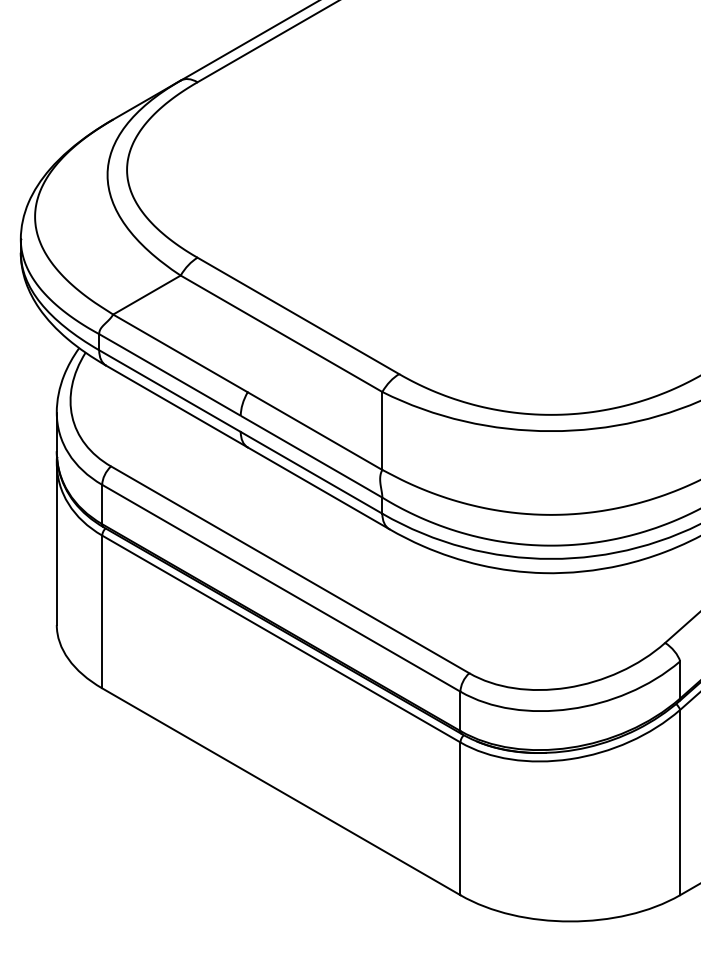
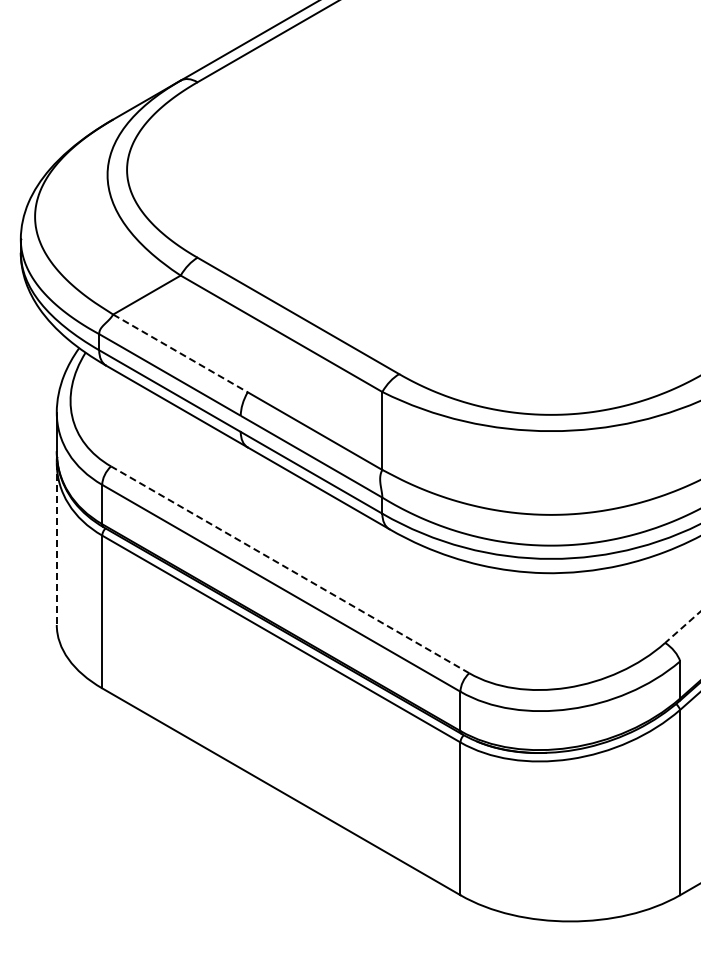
line at (180, 353): solid -> dashed
line at (56, 544): solid -> dashed
line at (290, 569): solid -> dashed
line at (682, 627): solid -> dashed
